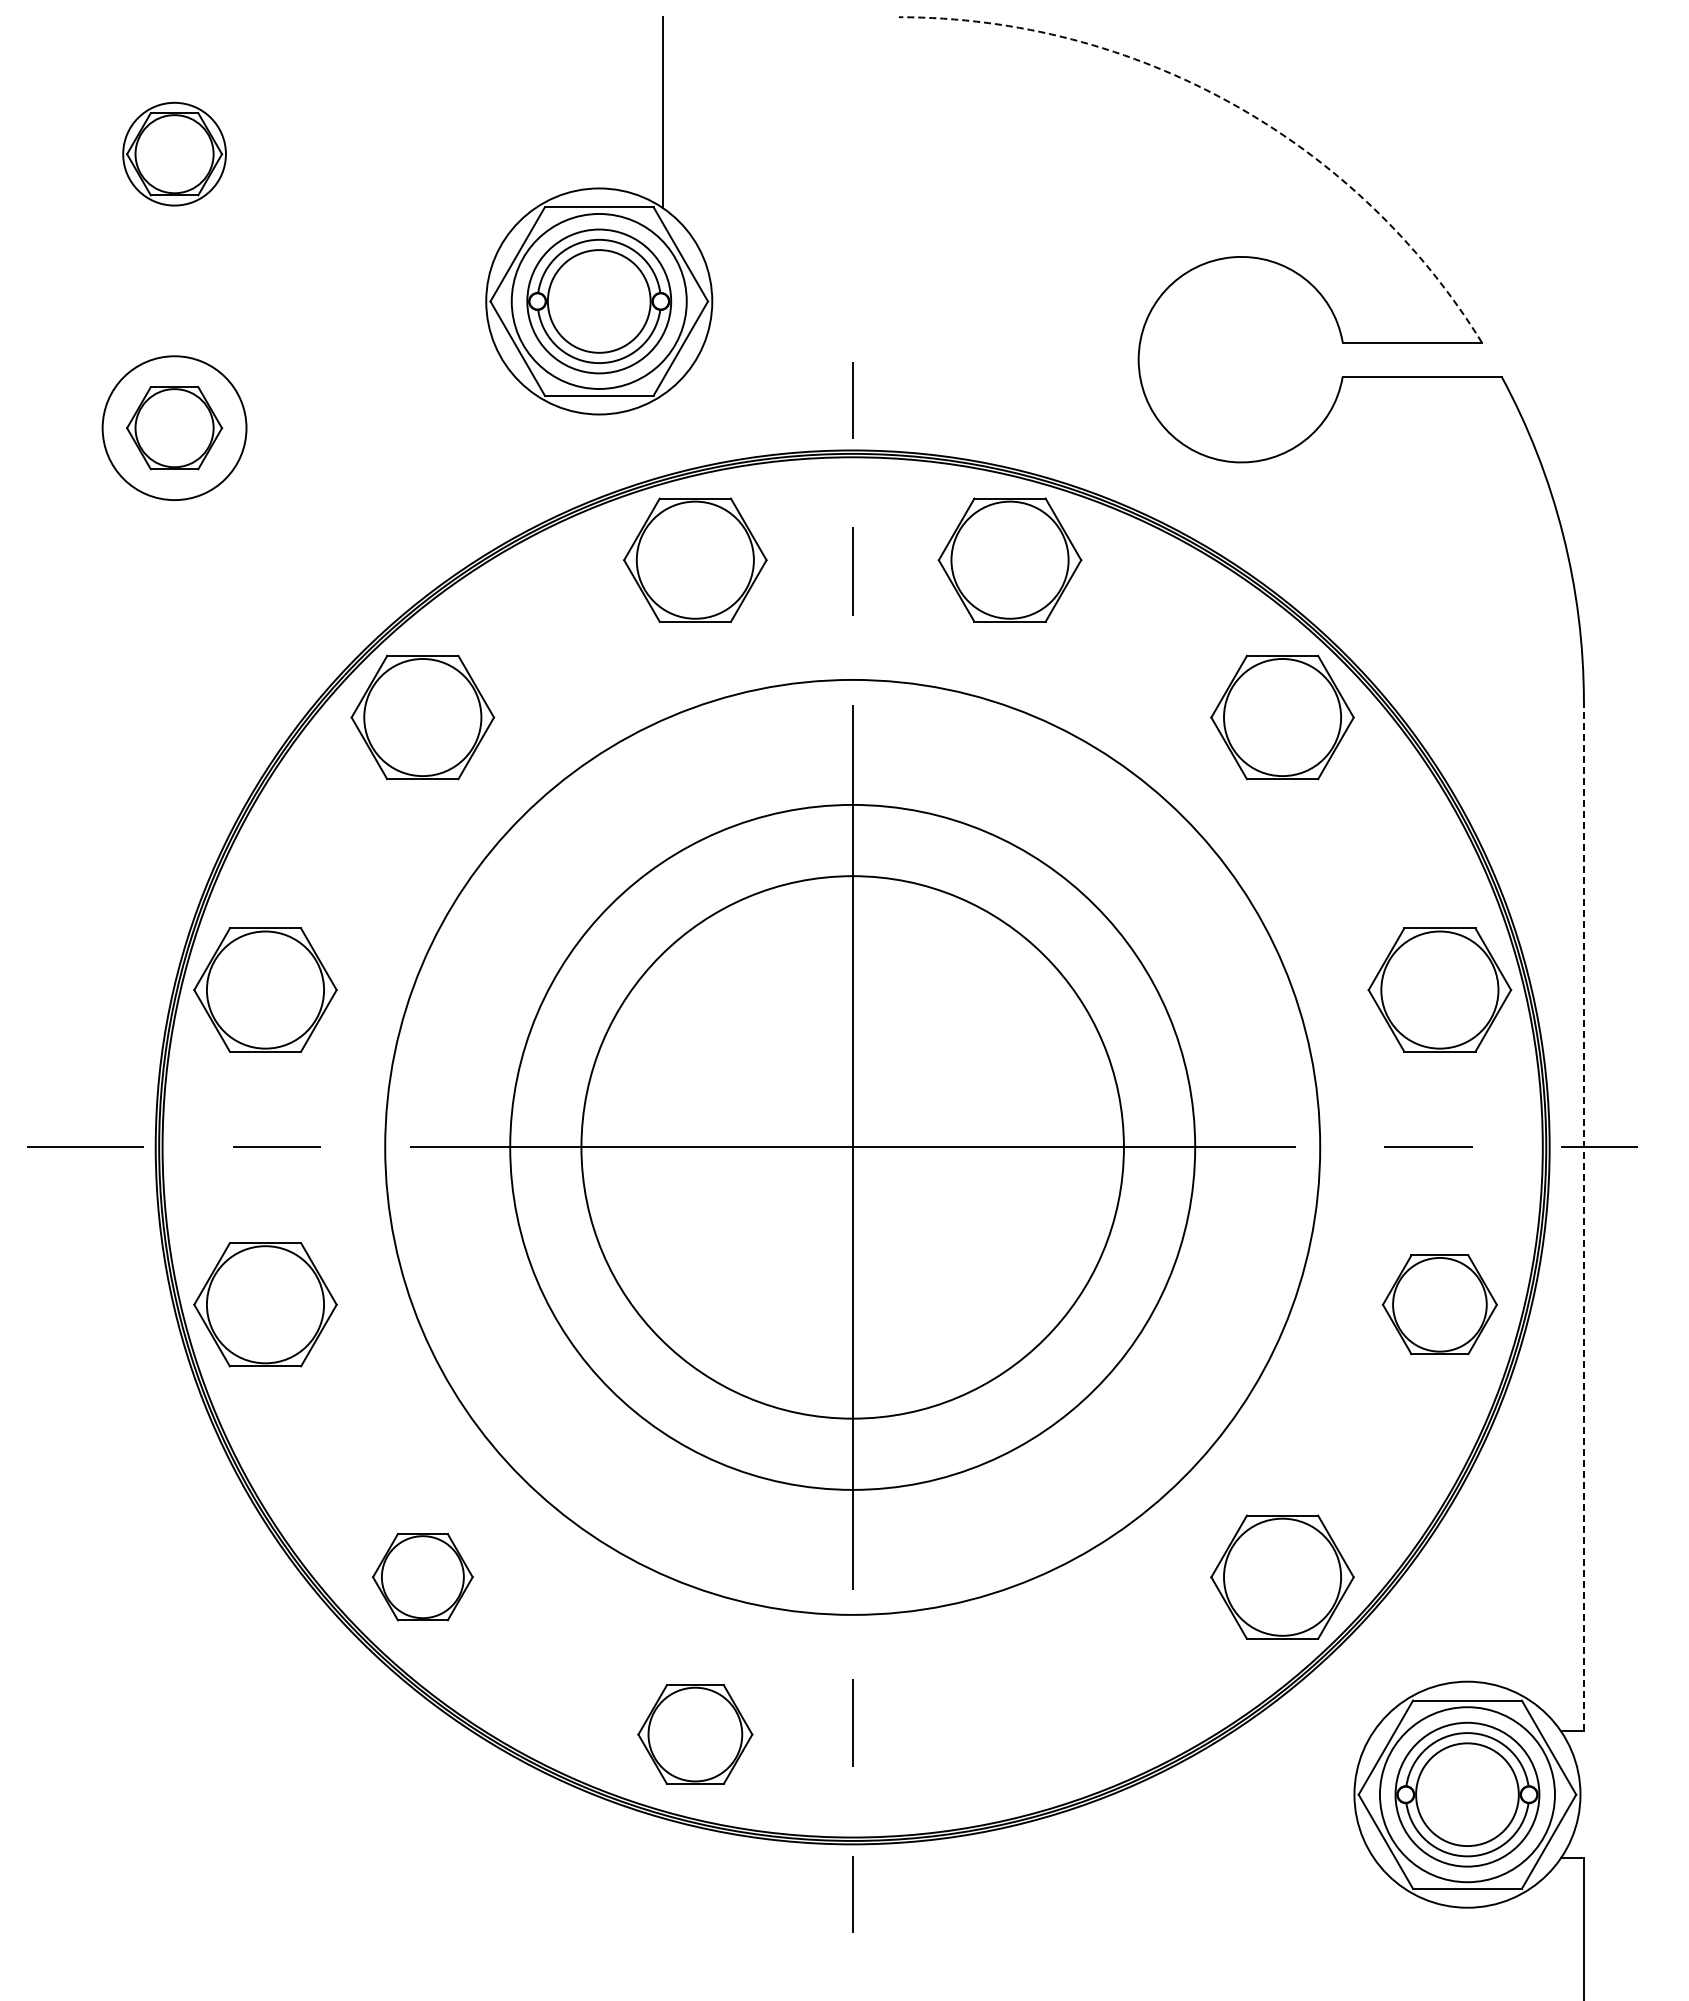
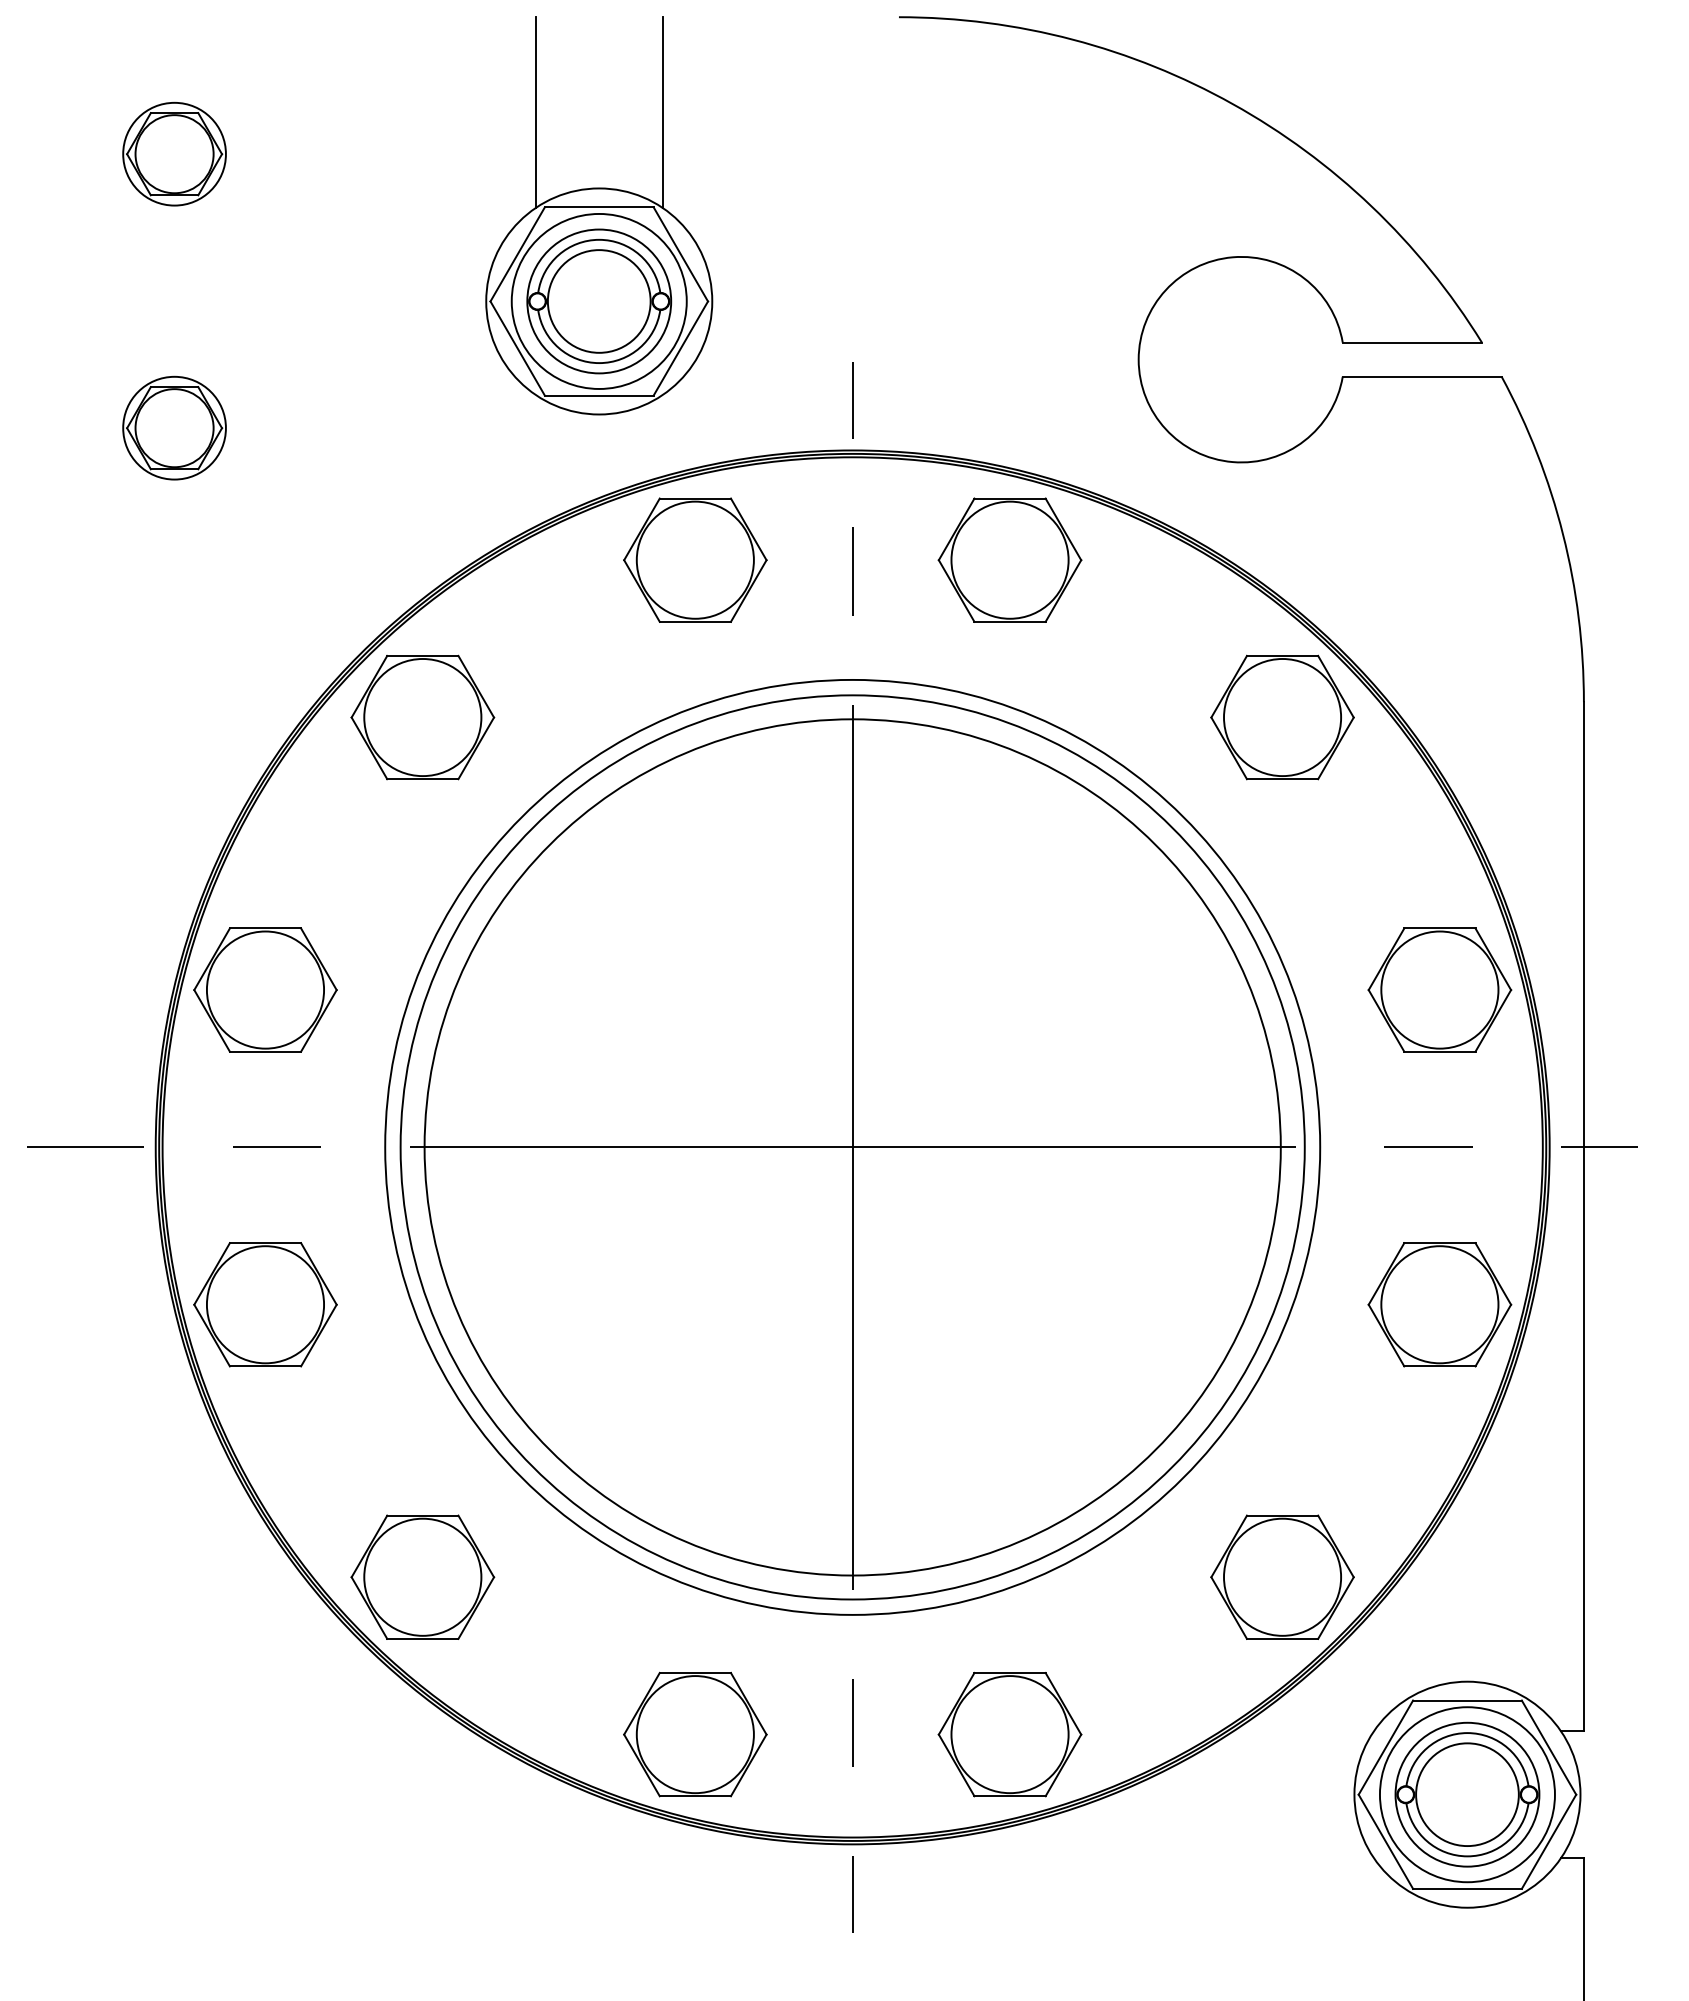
arc at (1232, 104): dashed -> solid
line at (535, 112): none -> present
circle at (174, 428) diameter: 144 px -> 103 px
circle at (852, 1146) diameter: 685 px -> 856 px
circle at (852, 1147) diameter: 542 px -> 904 px
line at (1583, 1216): dashed -> solid
part at (1439, 1304) size: 117x102 px -> 146x126 px
part at (422, 1577) size: 102x89 px -> 146x126 px
part at (695, 1734) size: 117x101 px -> 145x127 px
part at (1009, 1734): none -> present
